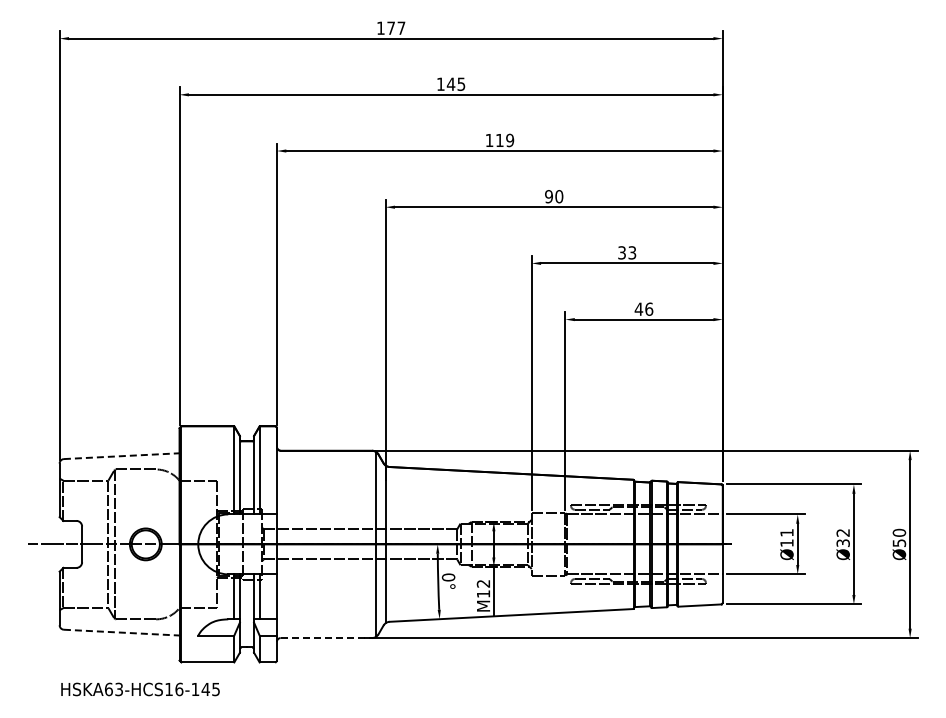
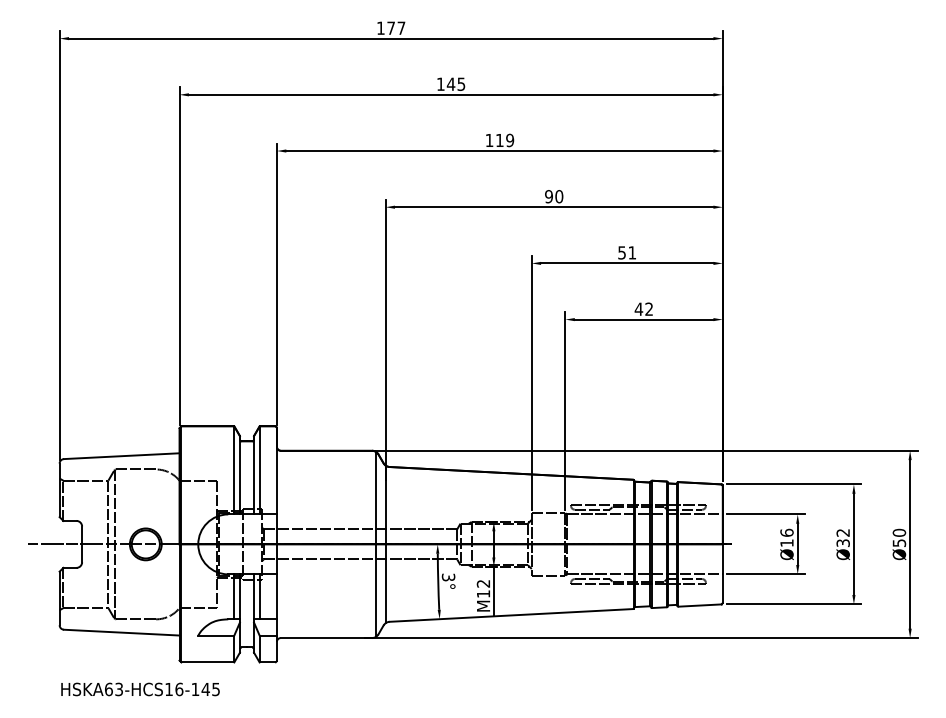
text at (627, 252): 33 -> 51
text at (649, 308): 46 -> 42
line at (121, 456): dashed -> solid
text at (786, 532): Ø11 -> Ø16
text at (448, 577): 0° -> 3°
line at (121, 632): dashed -> solid
line at (326, 638): dashed -> solid
